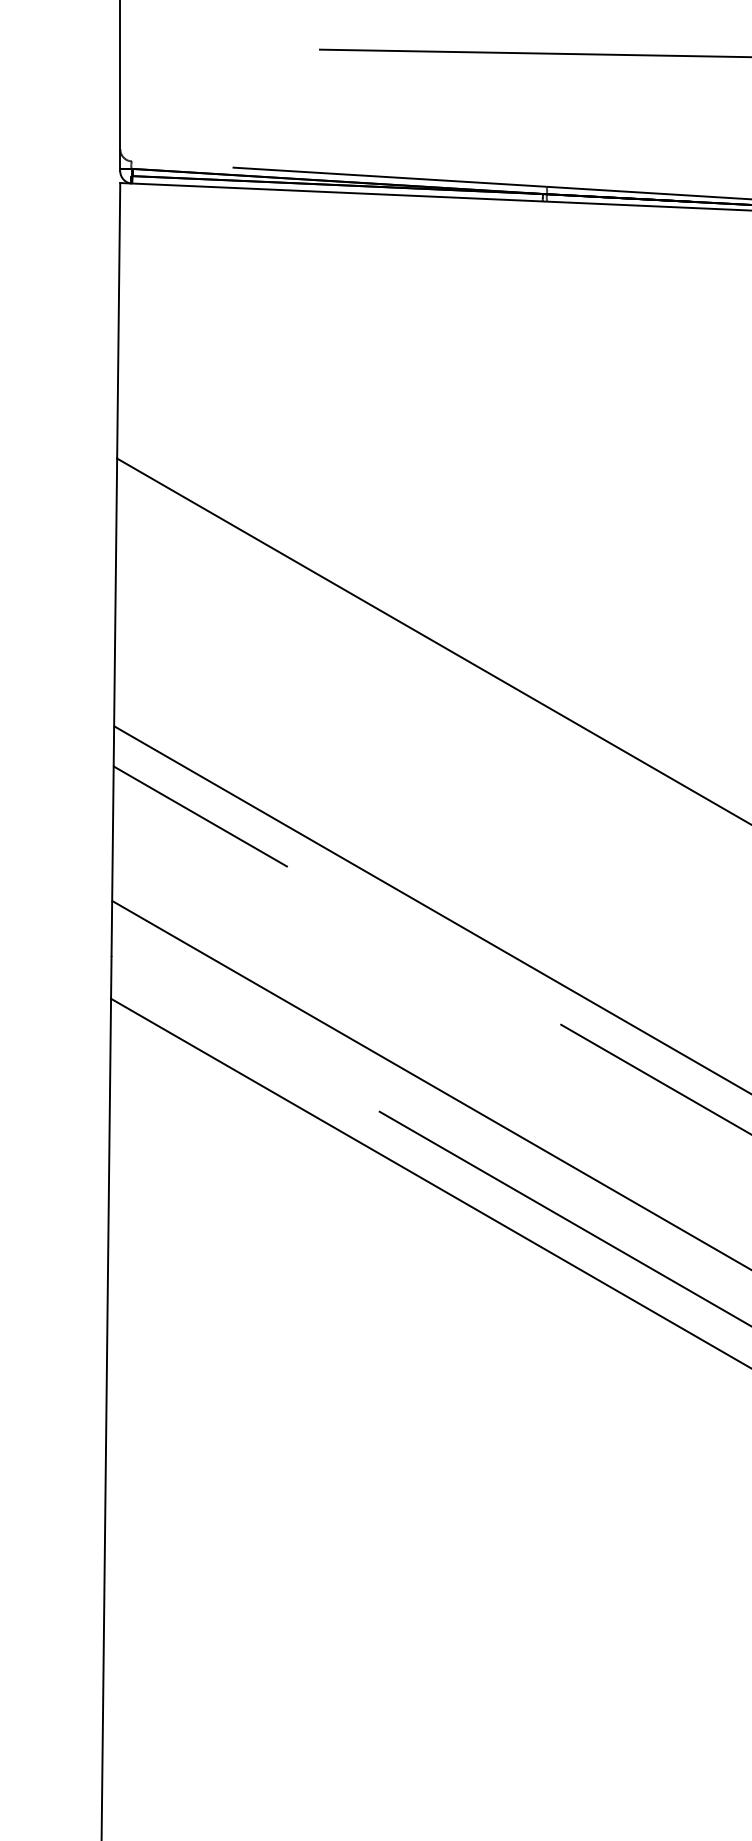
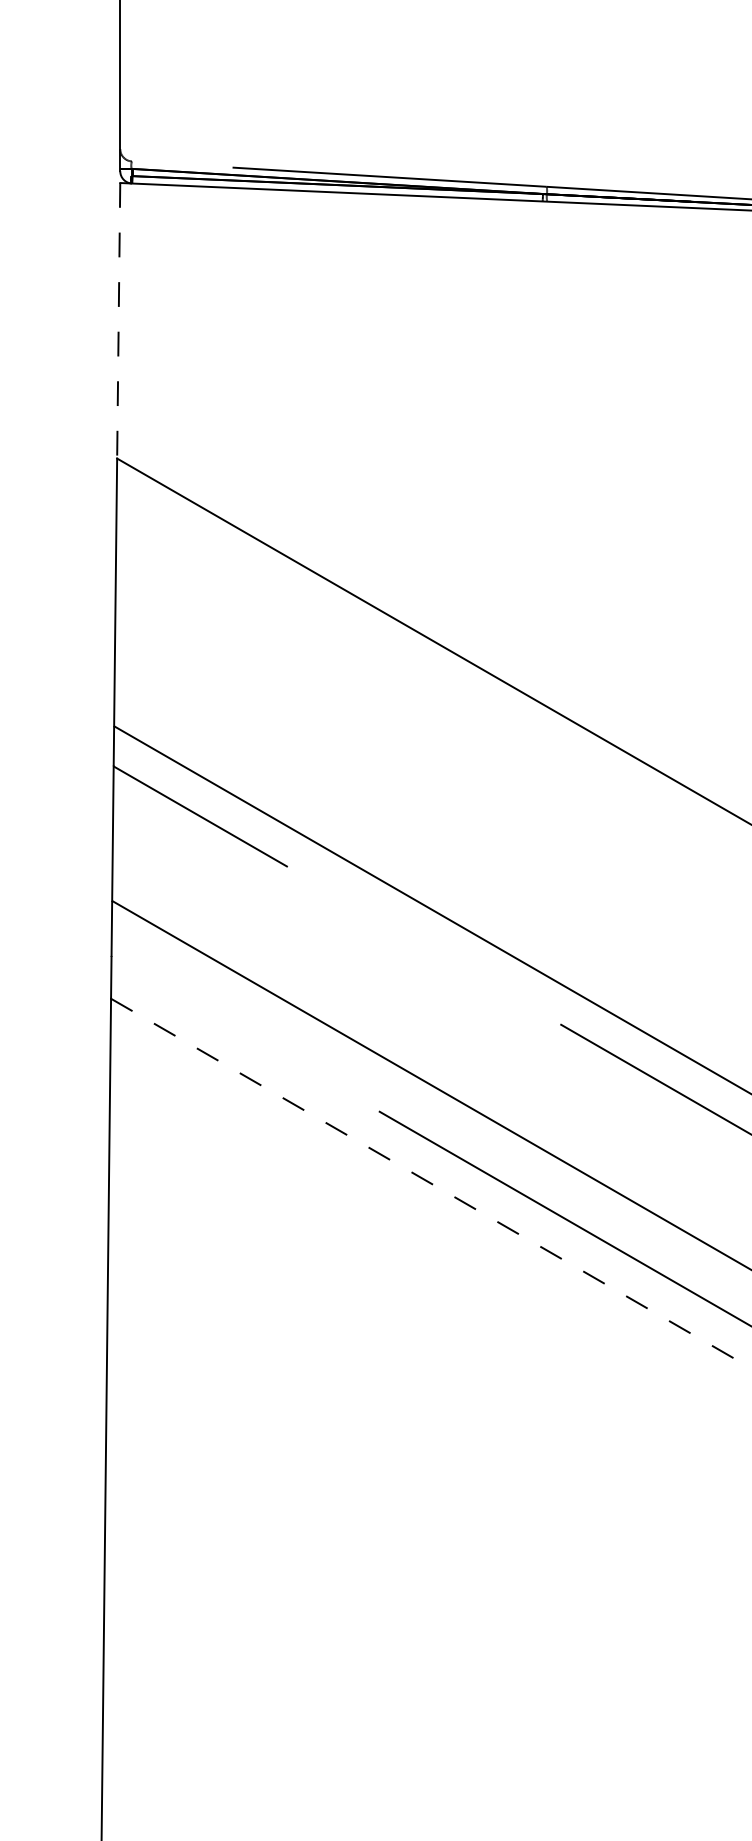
line at (533, 53): present -> none
line at (118, 320): solid -> dashed
line at (431, 1183): solid -> dashed
